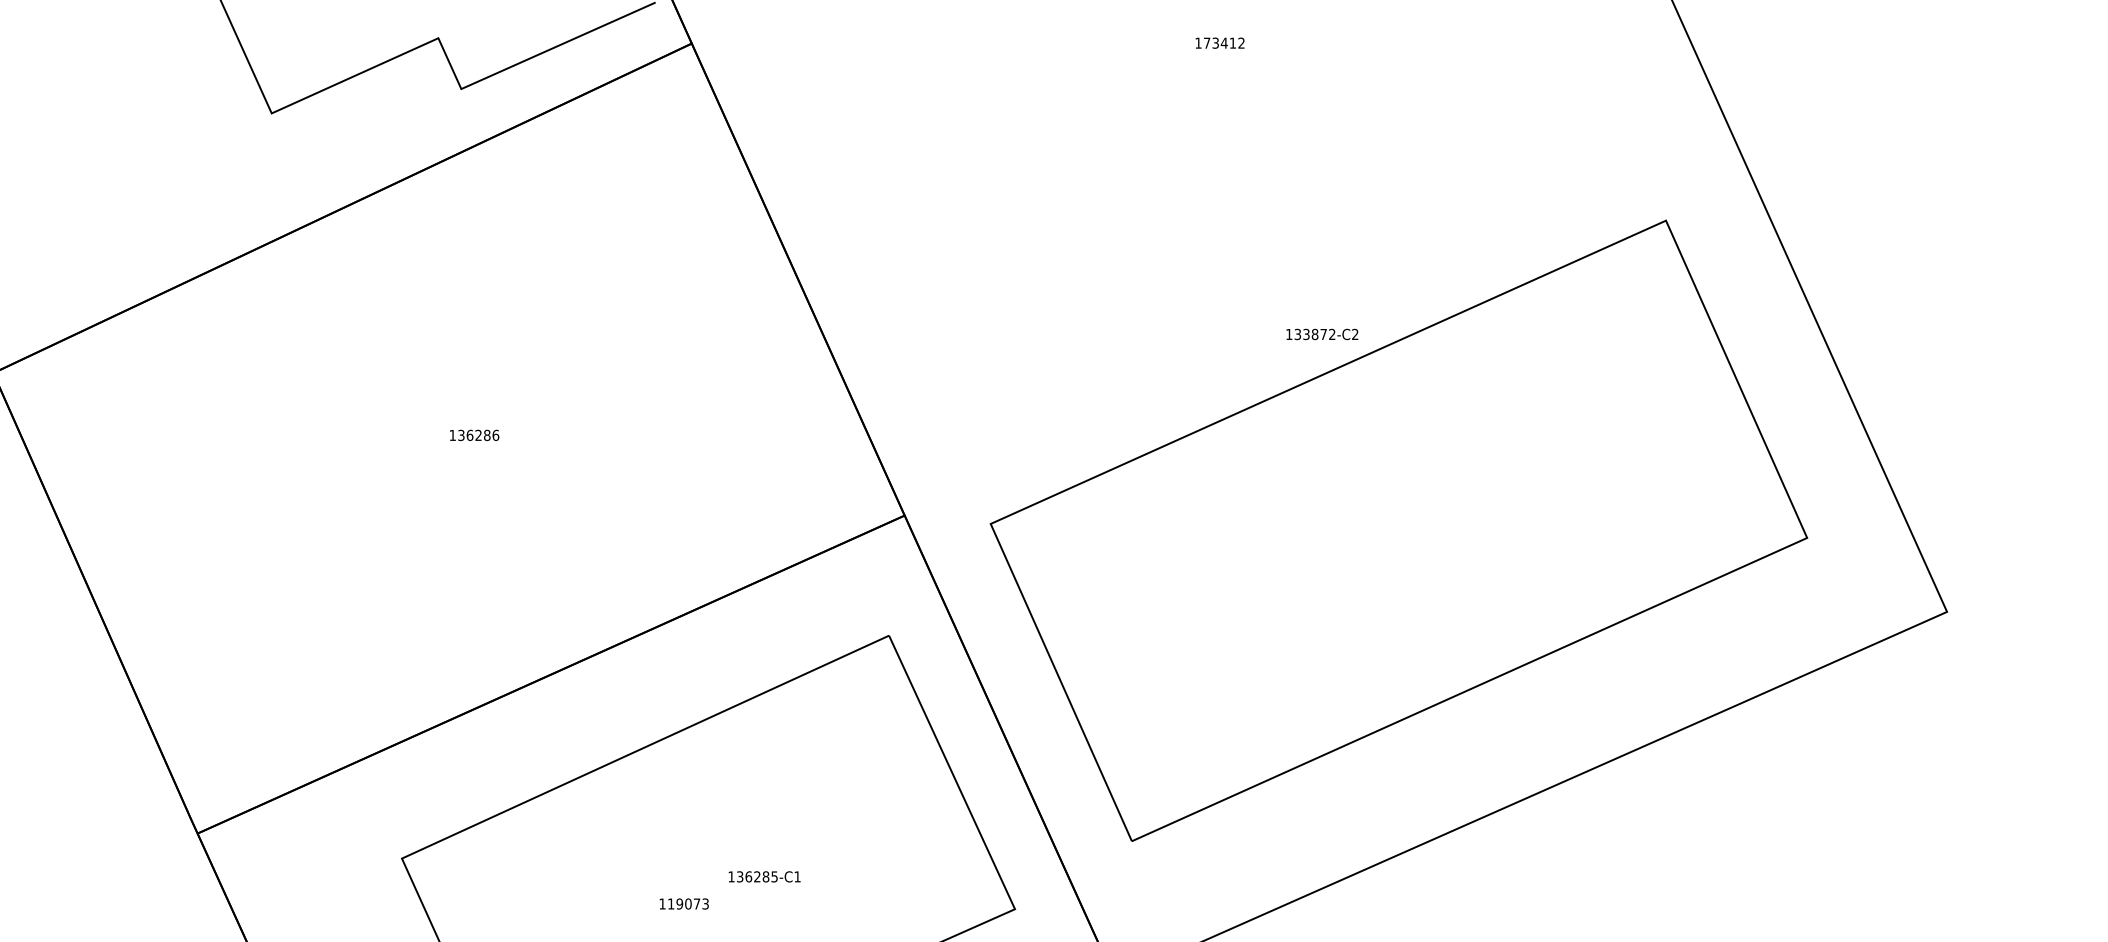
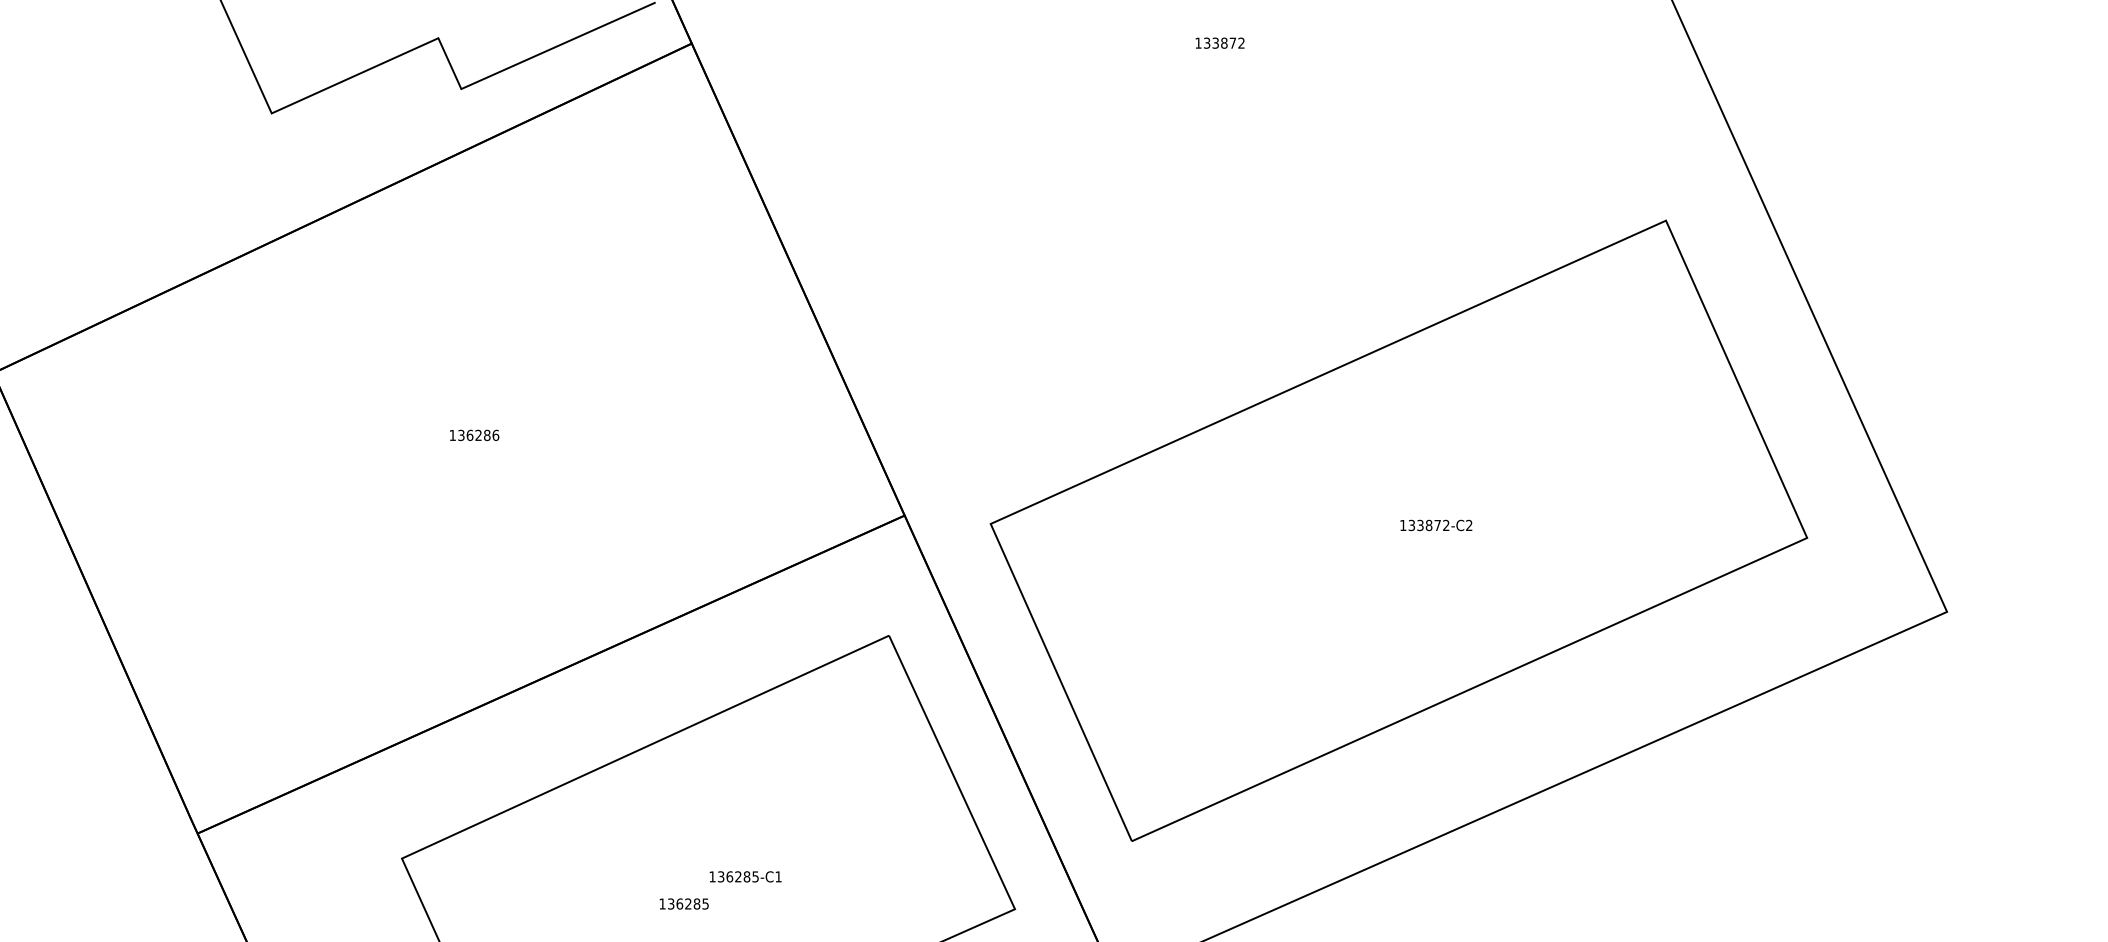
text at (1219, 42): 173412 -> 133872
text at (1322, 334) position: (1322, 334) -> (1436, 525)
text at (764, 876) position: (764, 876) -> (745, 876)
text at (688, 903): 119073 -> 136285
